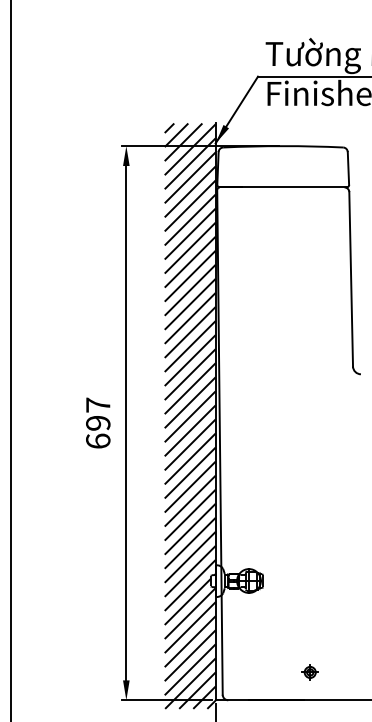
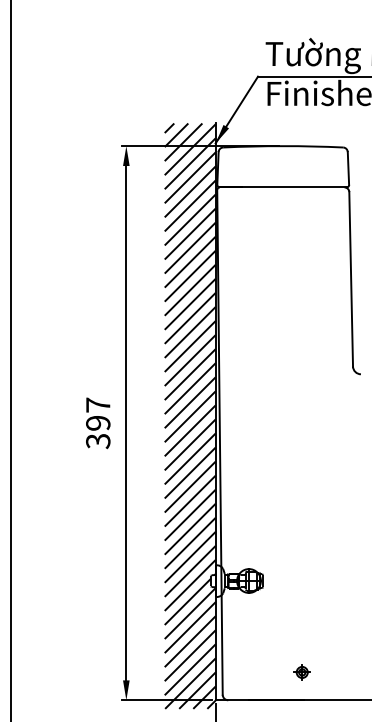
text at (98, 441): 697 -> 397
part at (309, 672) position: (309, 672) -> (301, 672)
